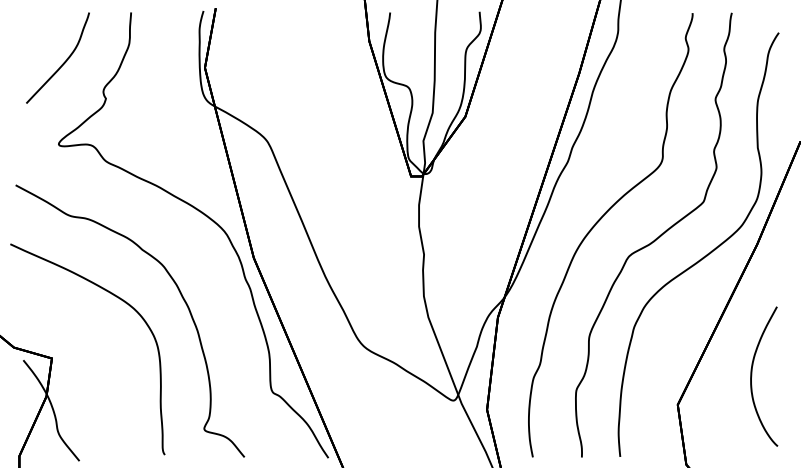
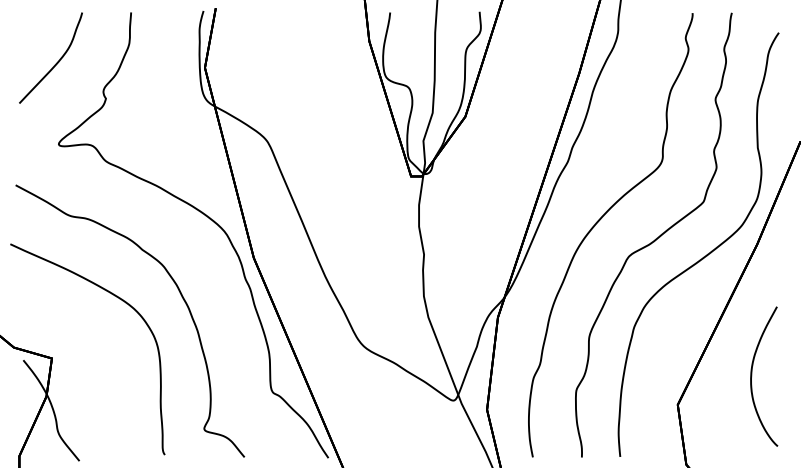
curve at (63, 62) position: (63, 62) -> (56, 62)
